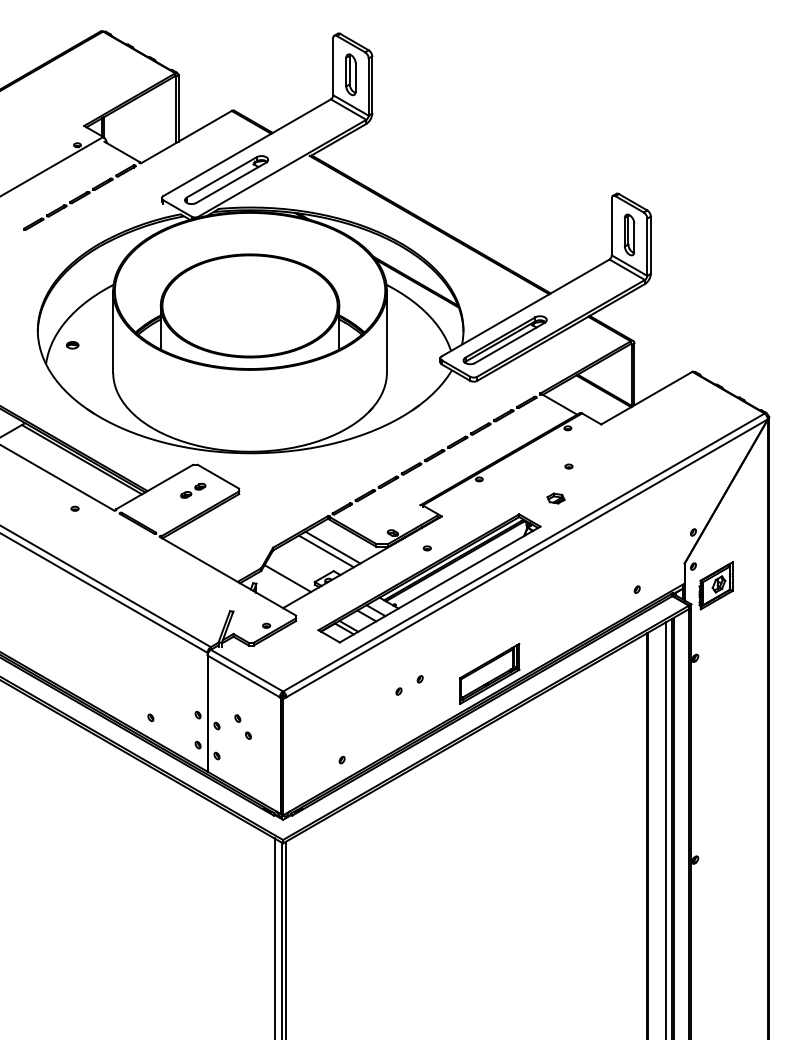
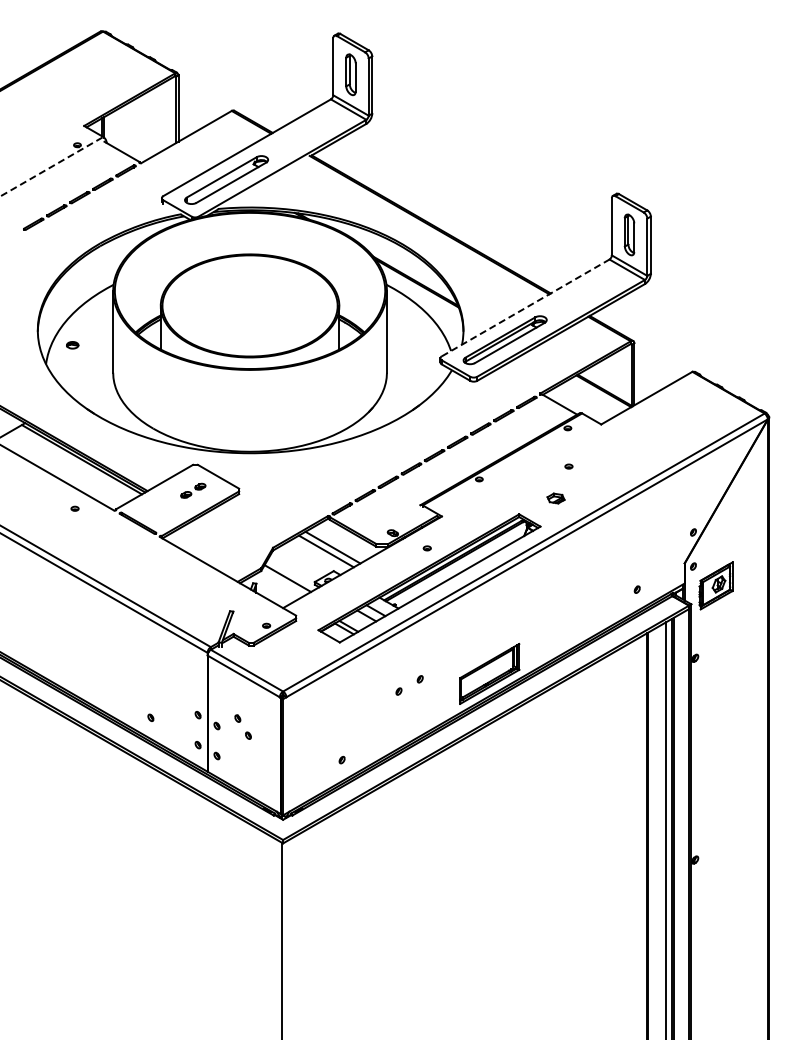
line at (52, 166): solid -> dashed
line at (525, 307): solid -> dashed
line at (274, 937): present -> none
line at (285, 938): present -> none
